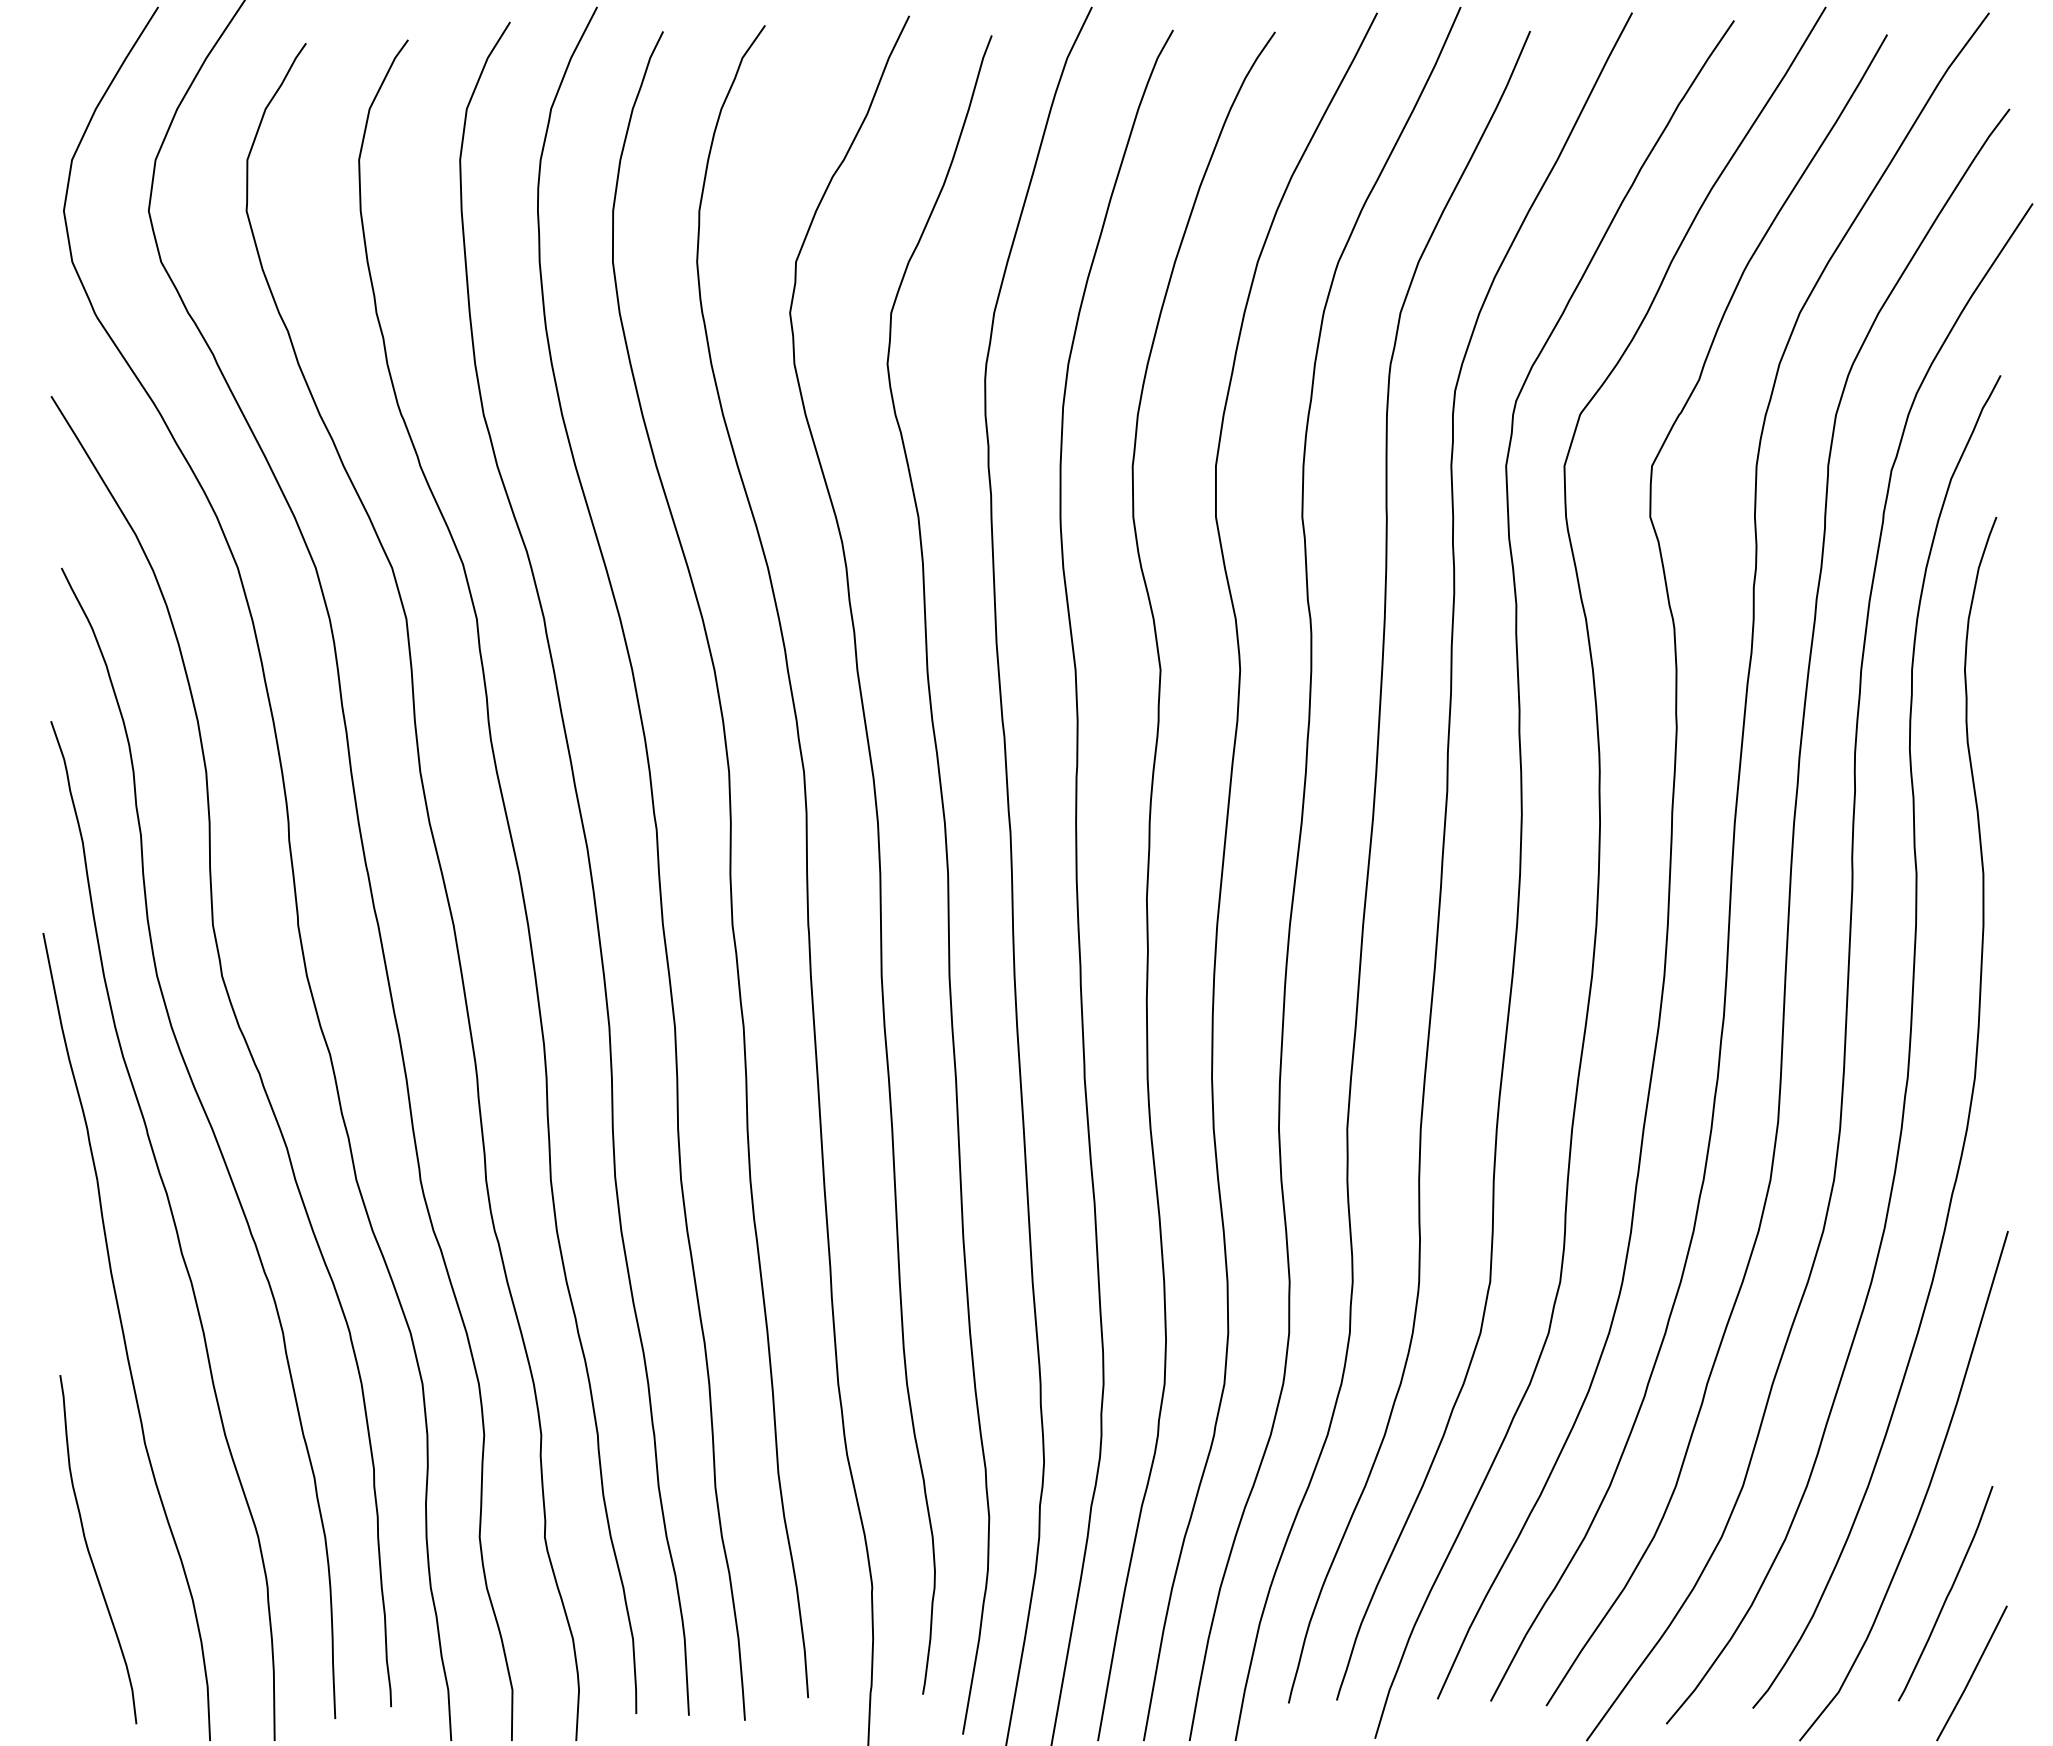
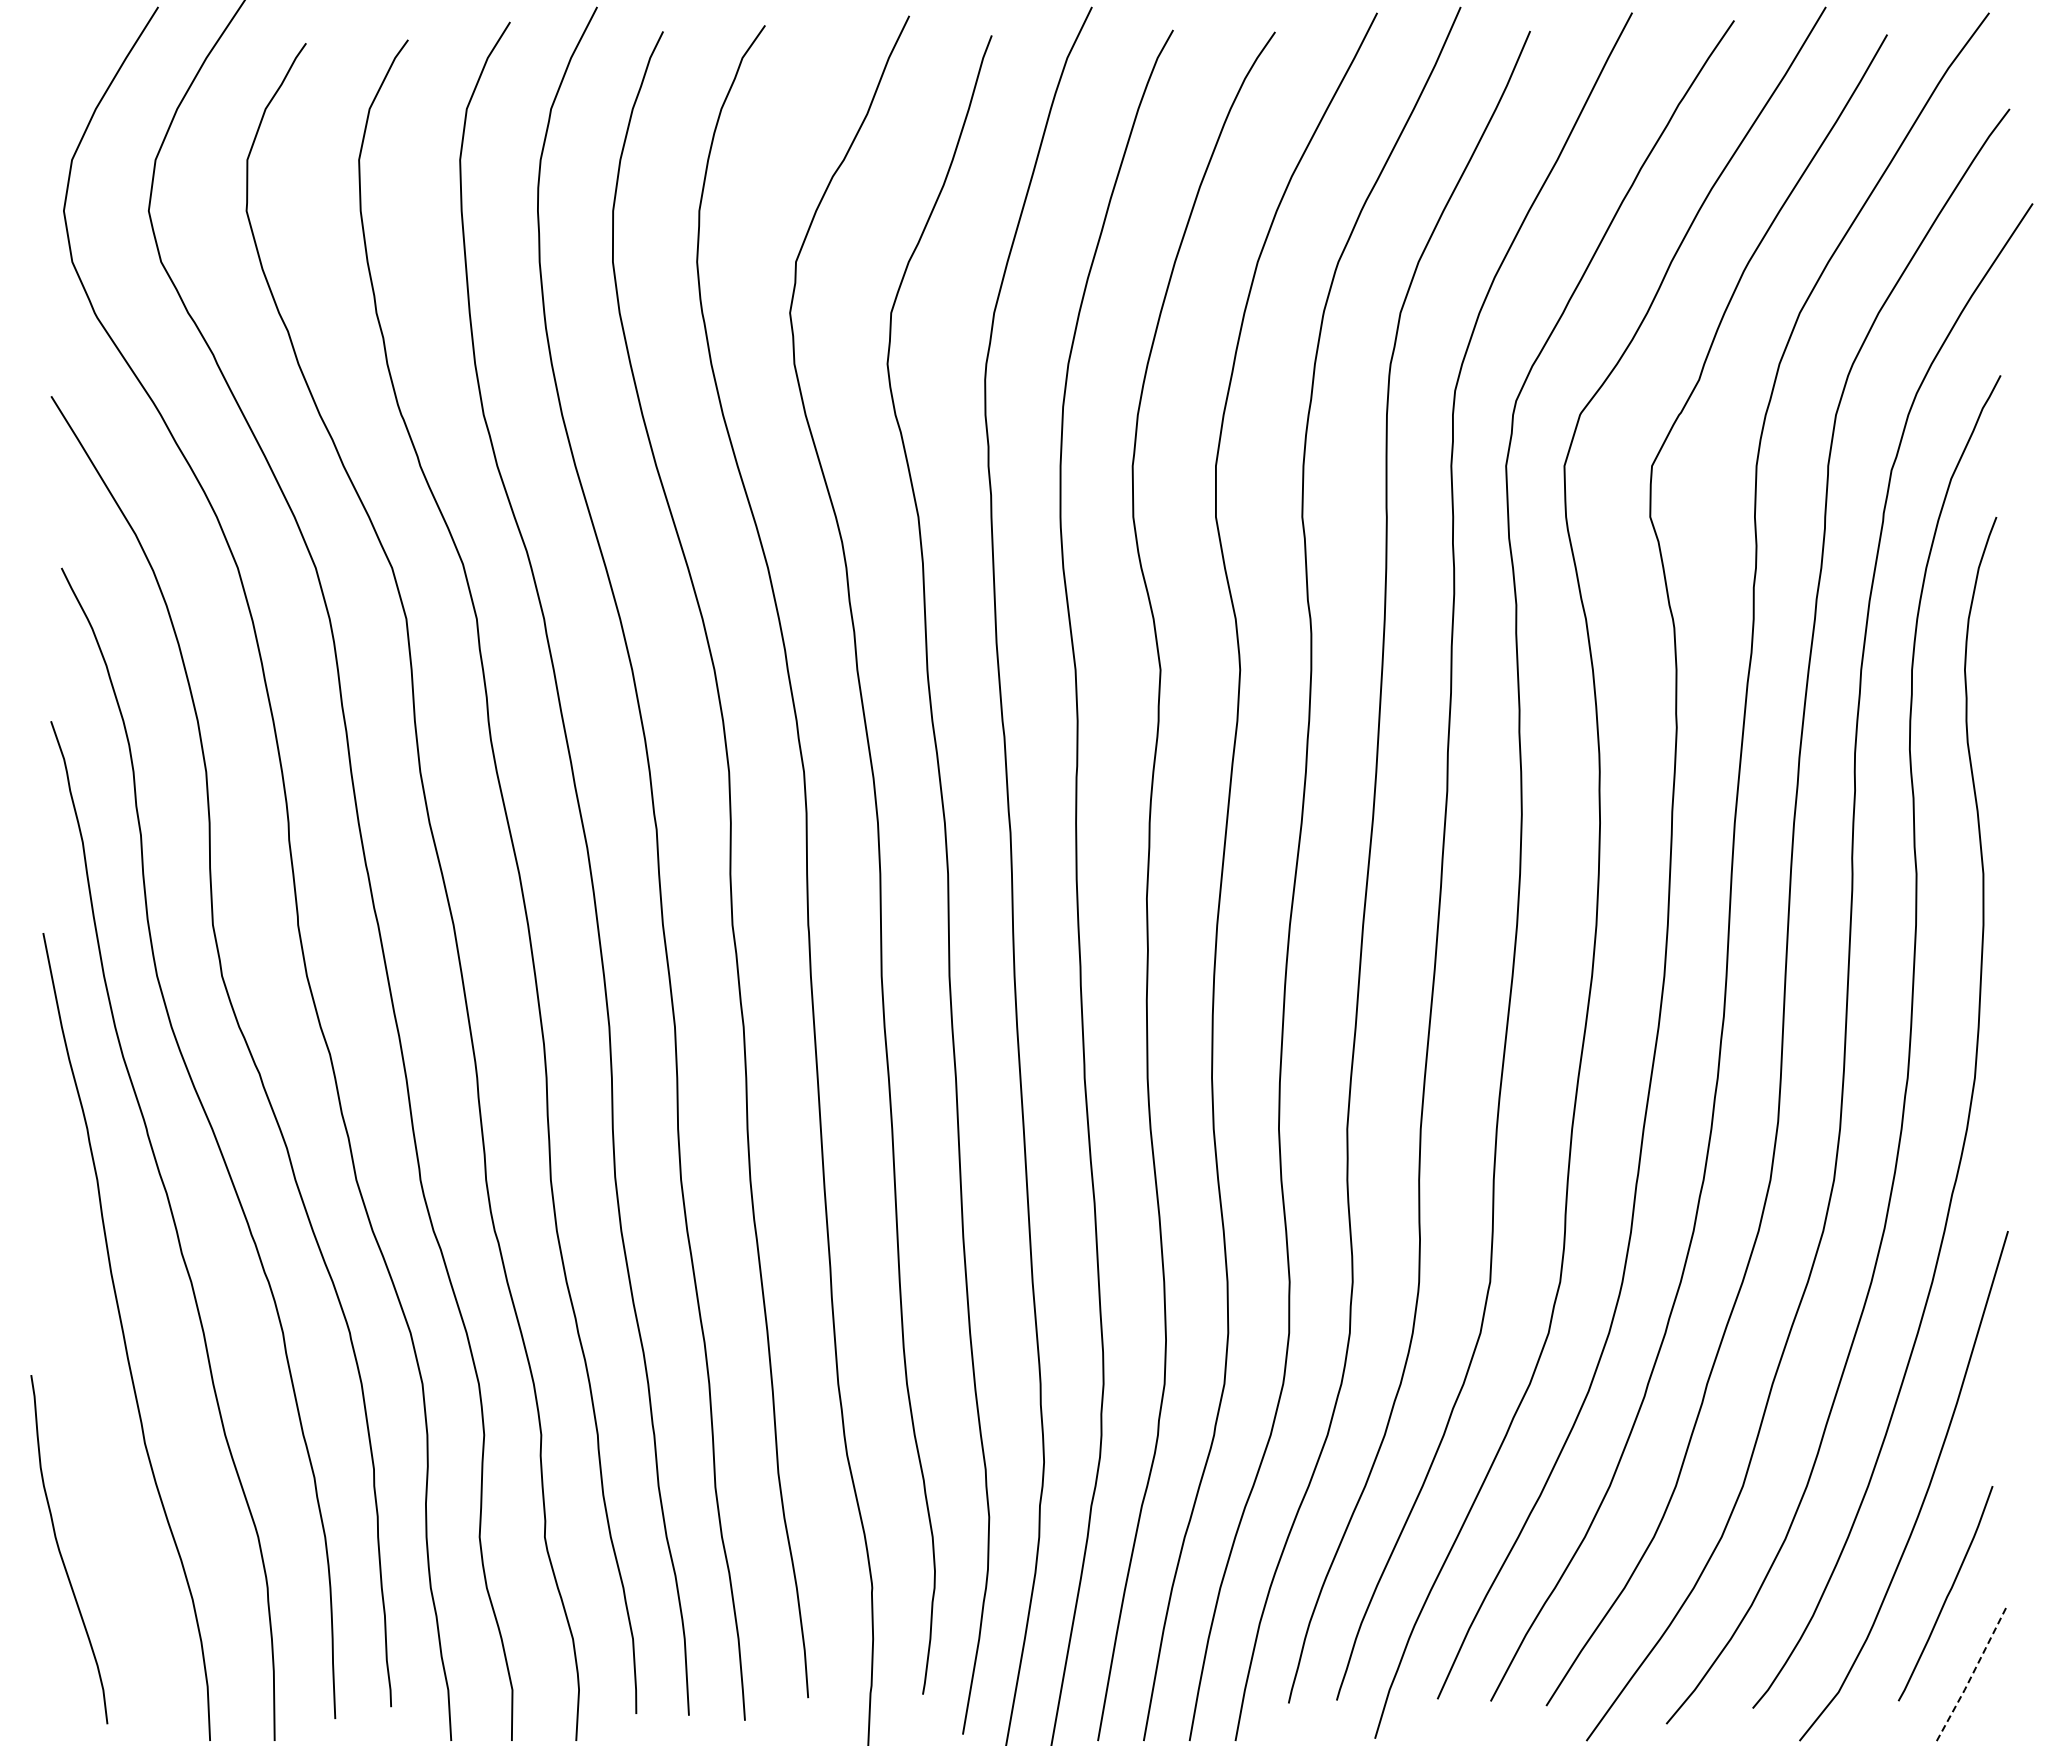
curve at (90, 1553) position: (90, 1553) -> (61, 1553)
line at (1972, 1674): solid -> dashed
